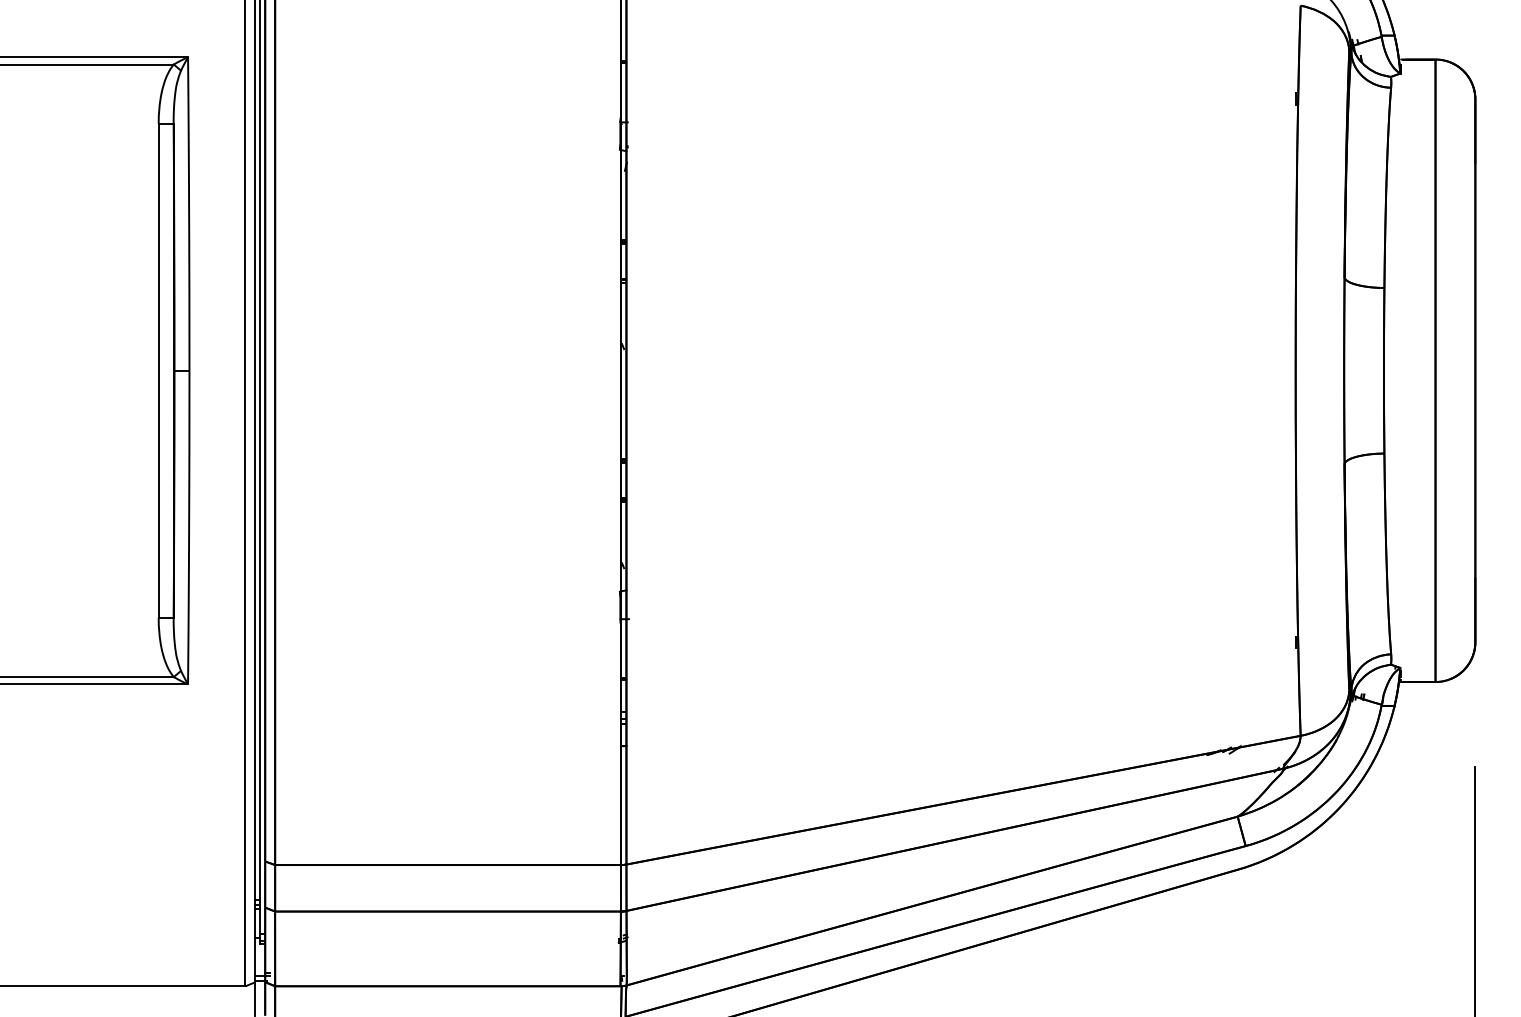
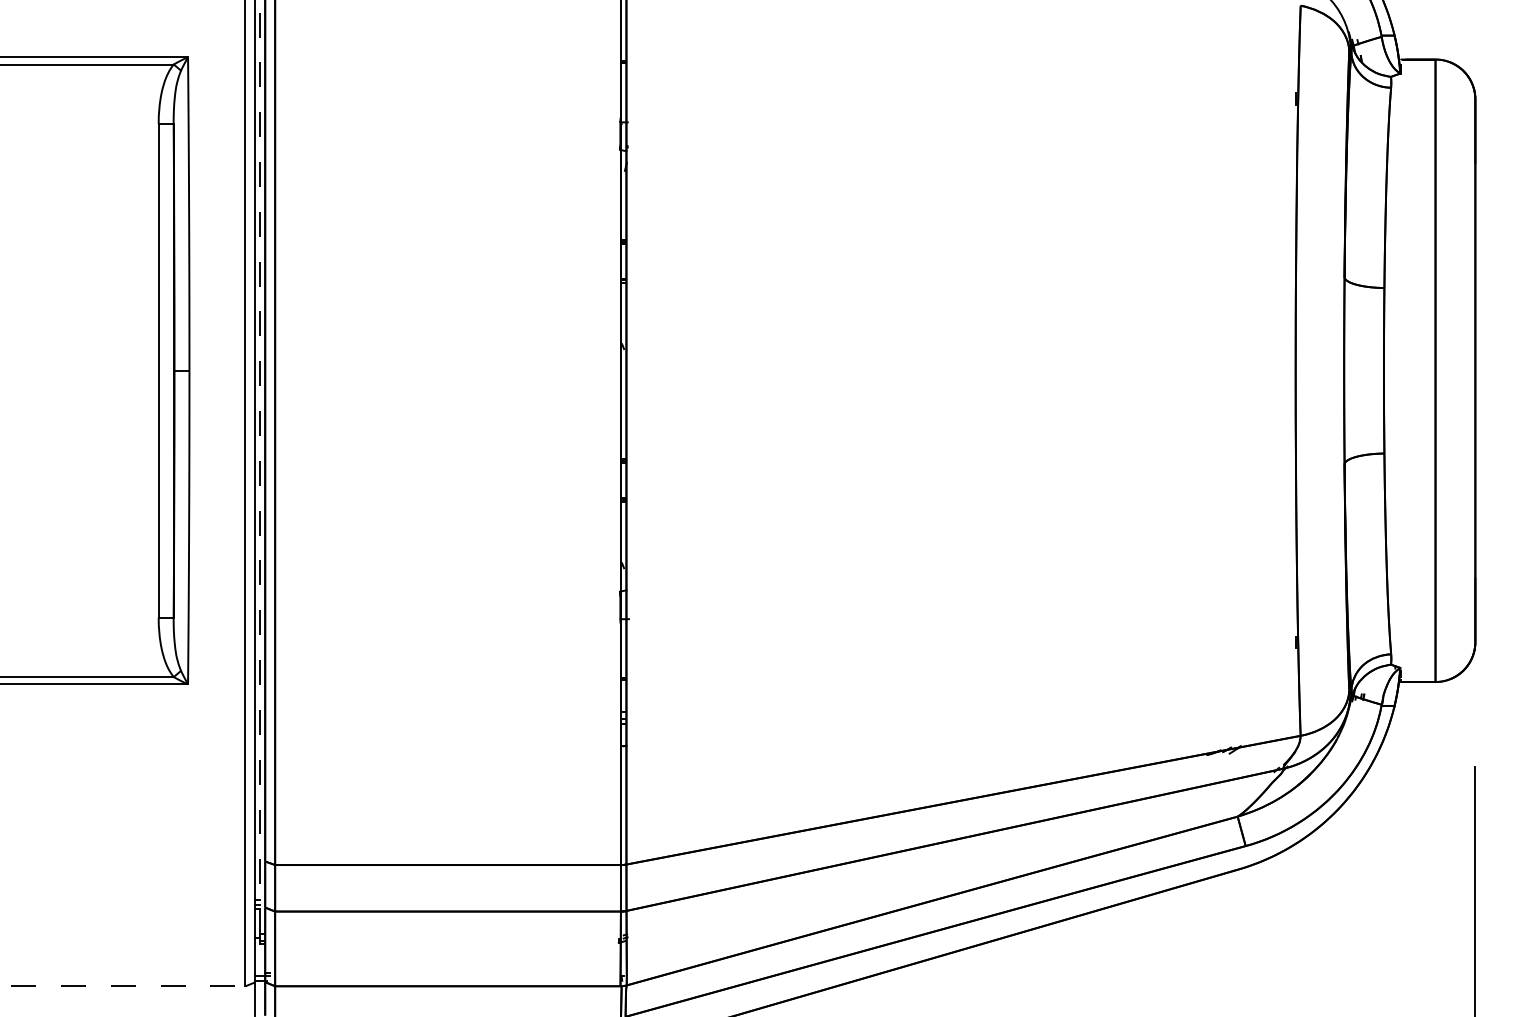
line at (260, 467): solid -> dashed
line at (123, 986): solid -> dashed
